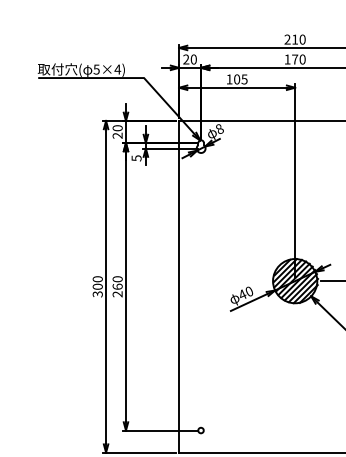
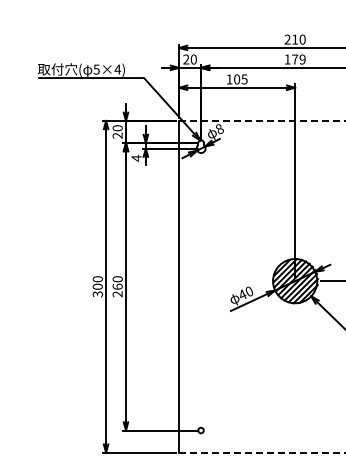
text at (302, 59): 170 -> 179
line at (261, 120): solid -> dashed
text at (136, 158): 5 -> 4
line at (262, 452): solid -> dashed
